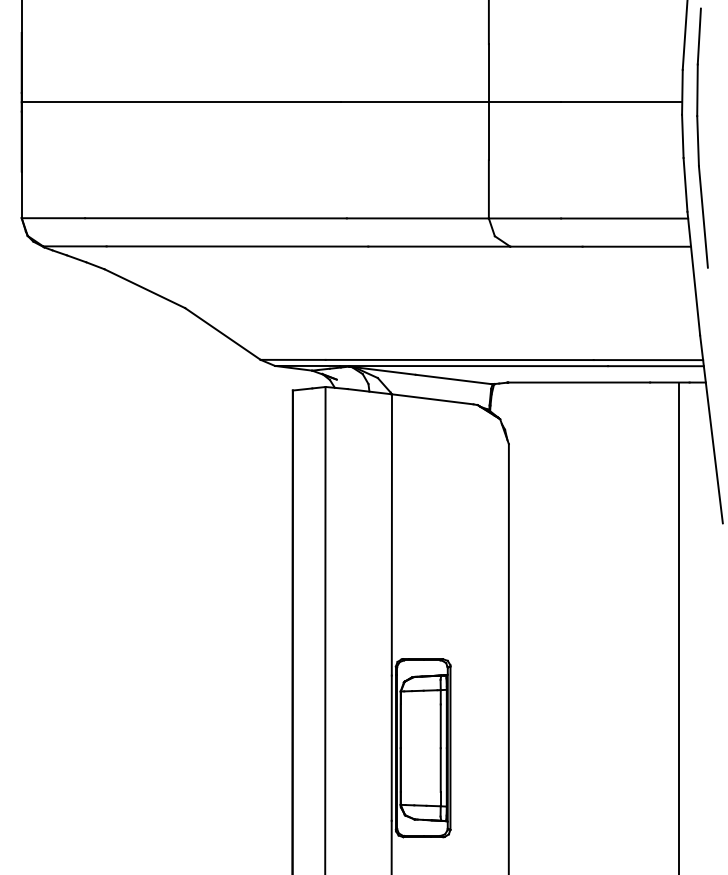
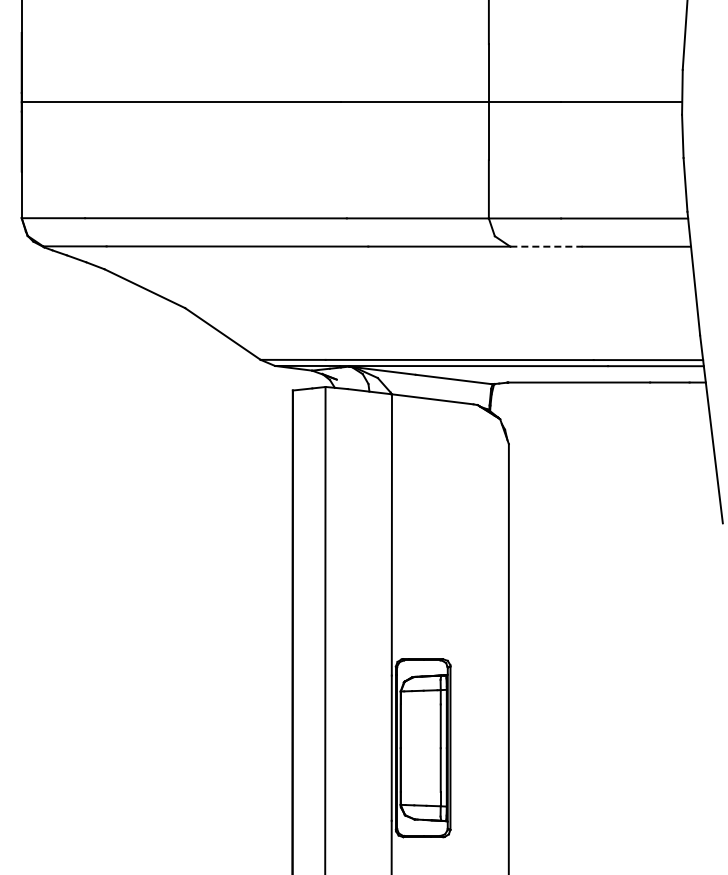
part at (702, 137): present -> none
line at (546, 246): solid -> dashed
line at (678, 626): present -> none
